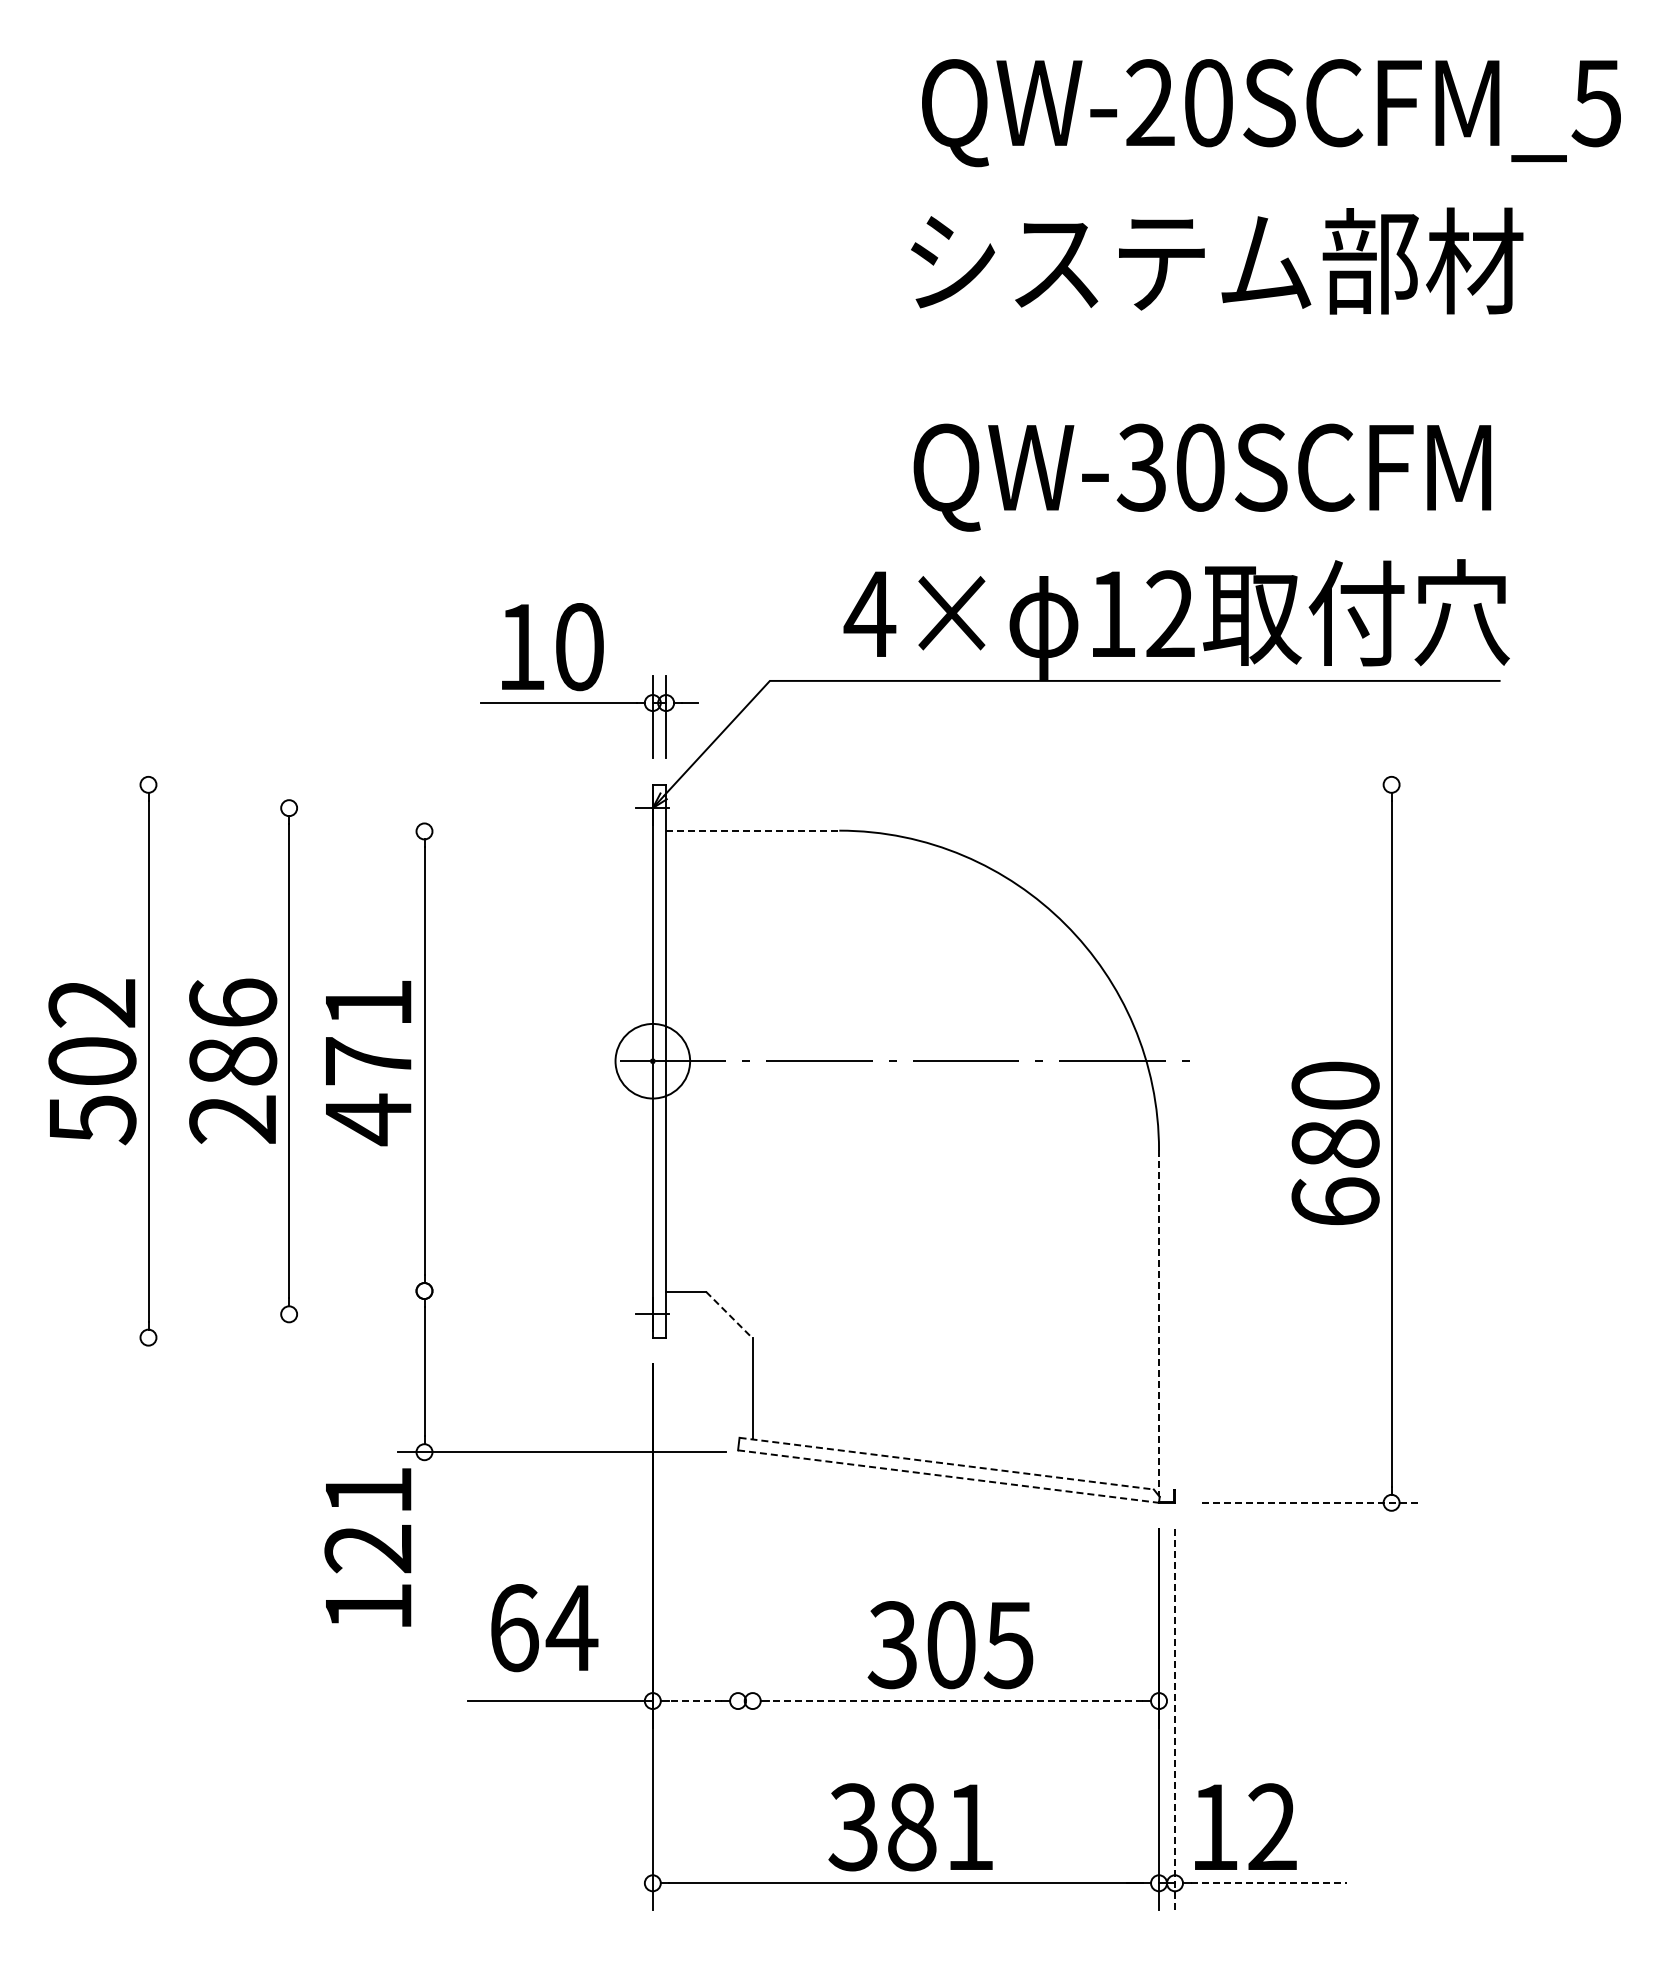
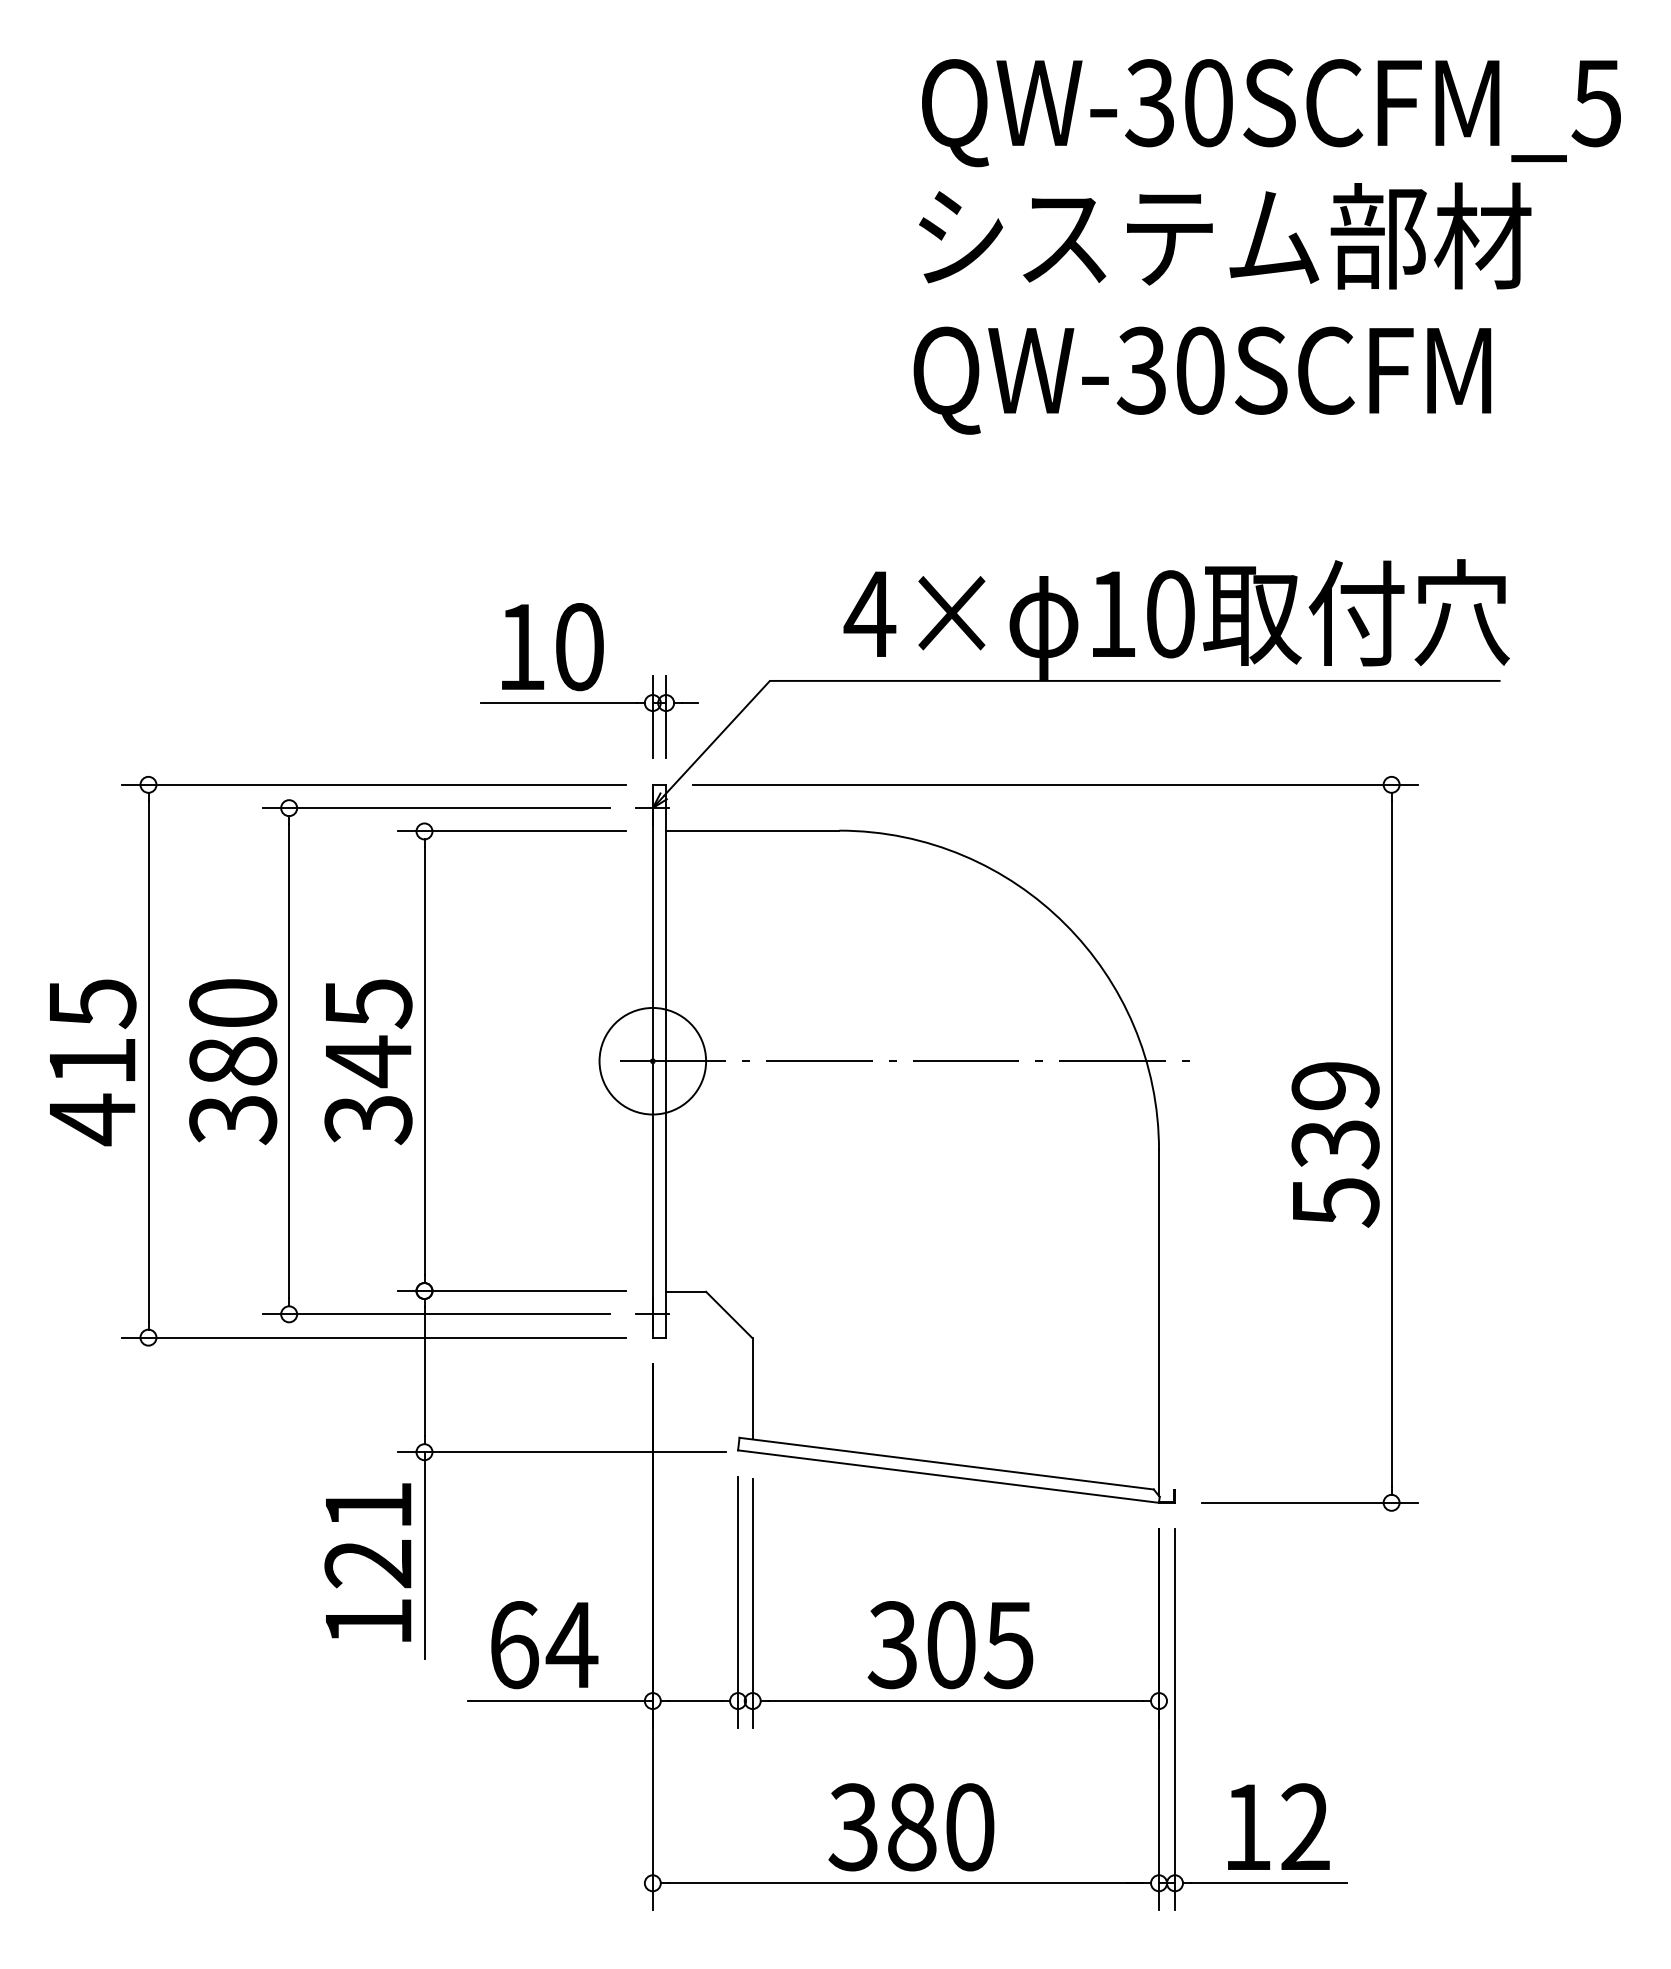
text at (1149, 103): QW-20SCFM_5 -> QW-30SCFM_5
text at (1217, 260) position: (1217, 260) -> (1225, 235)
text at (1202, 477) position: (1202, 477) -> (1202, 380)
text at (1170, 614): 12 -> 10
line at (373, 784): none -> present
line at (1055, 784): none -> present
line at (435, 808): none -> present
line at (752, 830): dashed -> solid
line at (511, 831): none -> present
circle at (652, 1060) diameter: 75 px -> 107 px
text at (233, 1061): 286 -> 380
text at (92, 1062): 502 -> 415
text at (368, 1062): 471 -> 345
text at (1335, 1144): 680 -> 539
line at (511, 1291): none -> present
line at (435, 1314): none -> present
line at (729, 1315): dashed -> solid
line at (1159, 1323): dashed -> solid
line at (373, 1337): none -> present
line at (946, 1463): dashed -> solid
line at (949, 1476): dashed -> solid
line at (1310, 1502): dashed -> solid
text at (367, 1547) position: (367, 1547) -> (367, 1562)
line at (424, 1555): none -> present
line at (738, 1601): none -> present
line at (752, 1602): none -> present
text at (544, 1628) position: (544, 1628) -> (544, 1645)
line at (695, 1701): dashed -> solid
line at (955, 1701): dashed -> solid
line at (1175, 1720): dashed -> solid
text at (1245, 1826) position: (1245, 1826) -> (1278, 1826)
text at (970, 1827): 381 -> 380
line at (1268, 1883): dashed -> solid
